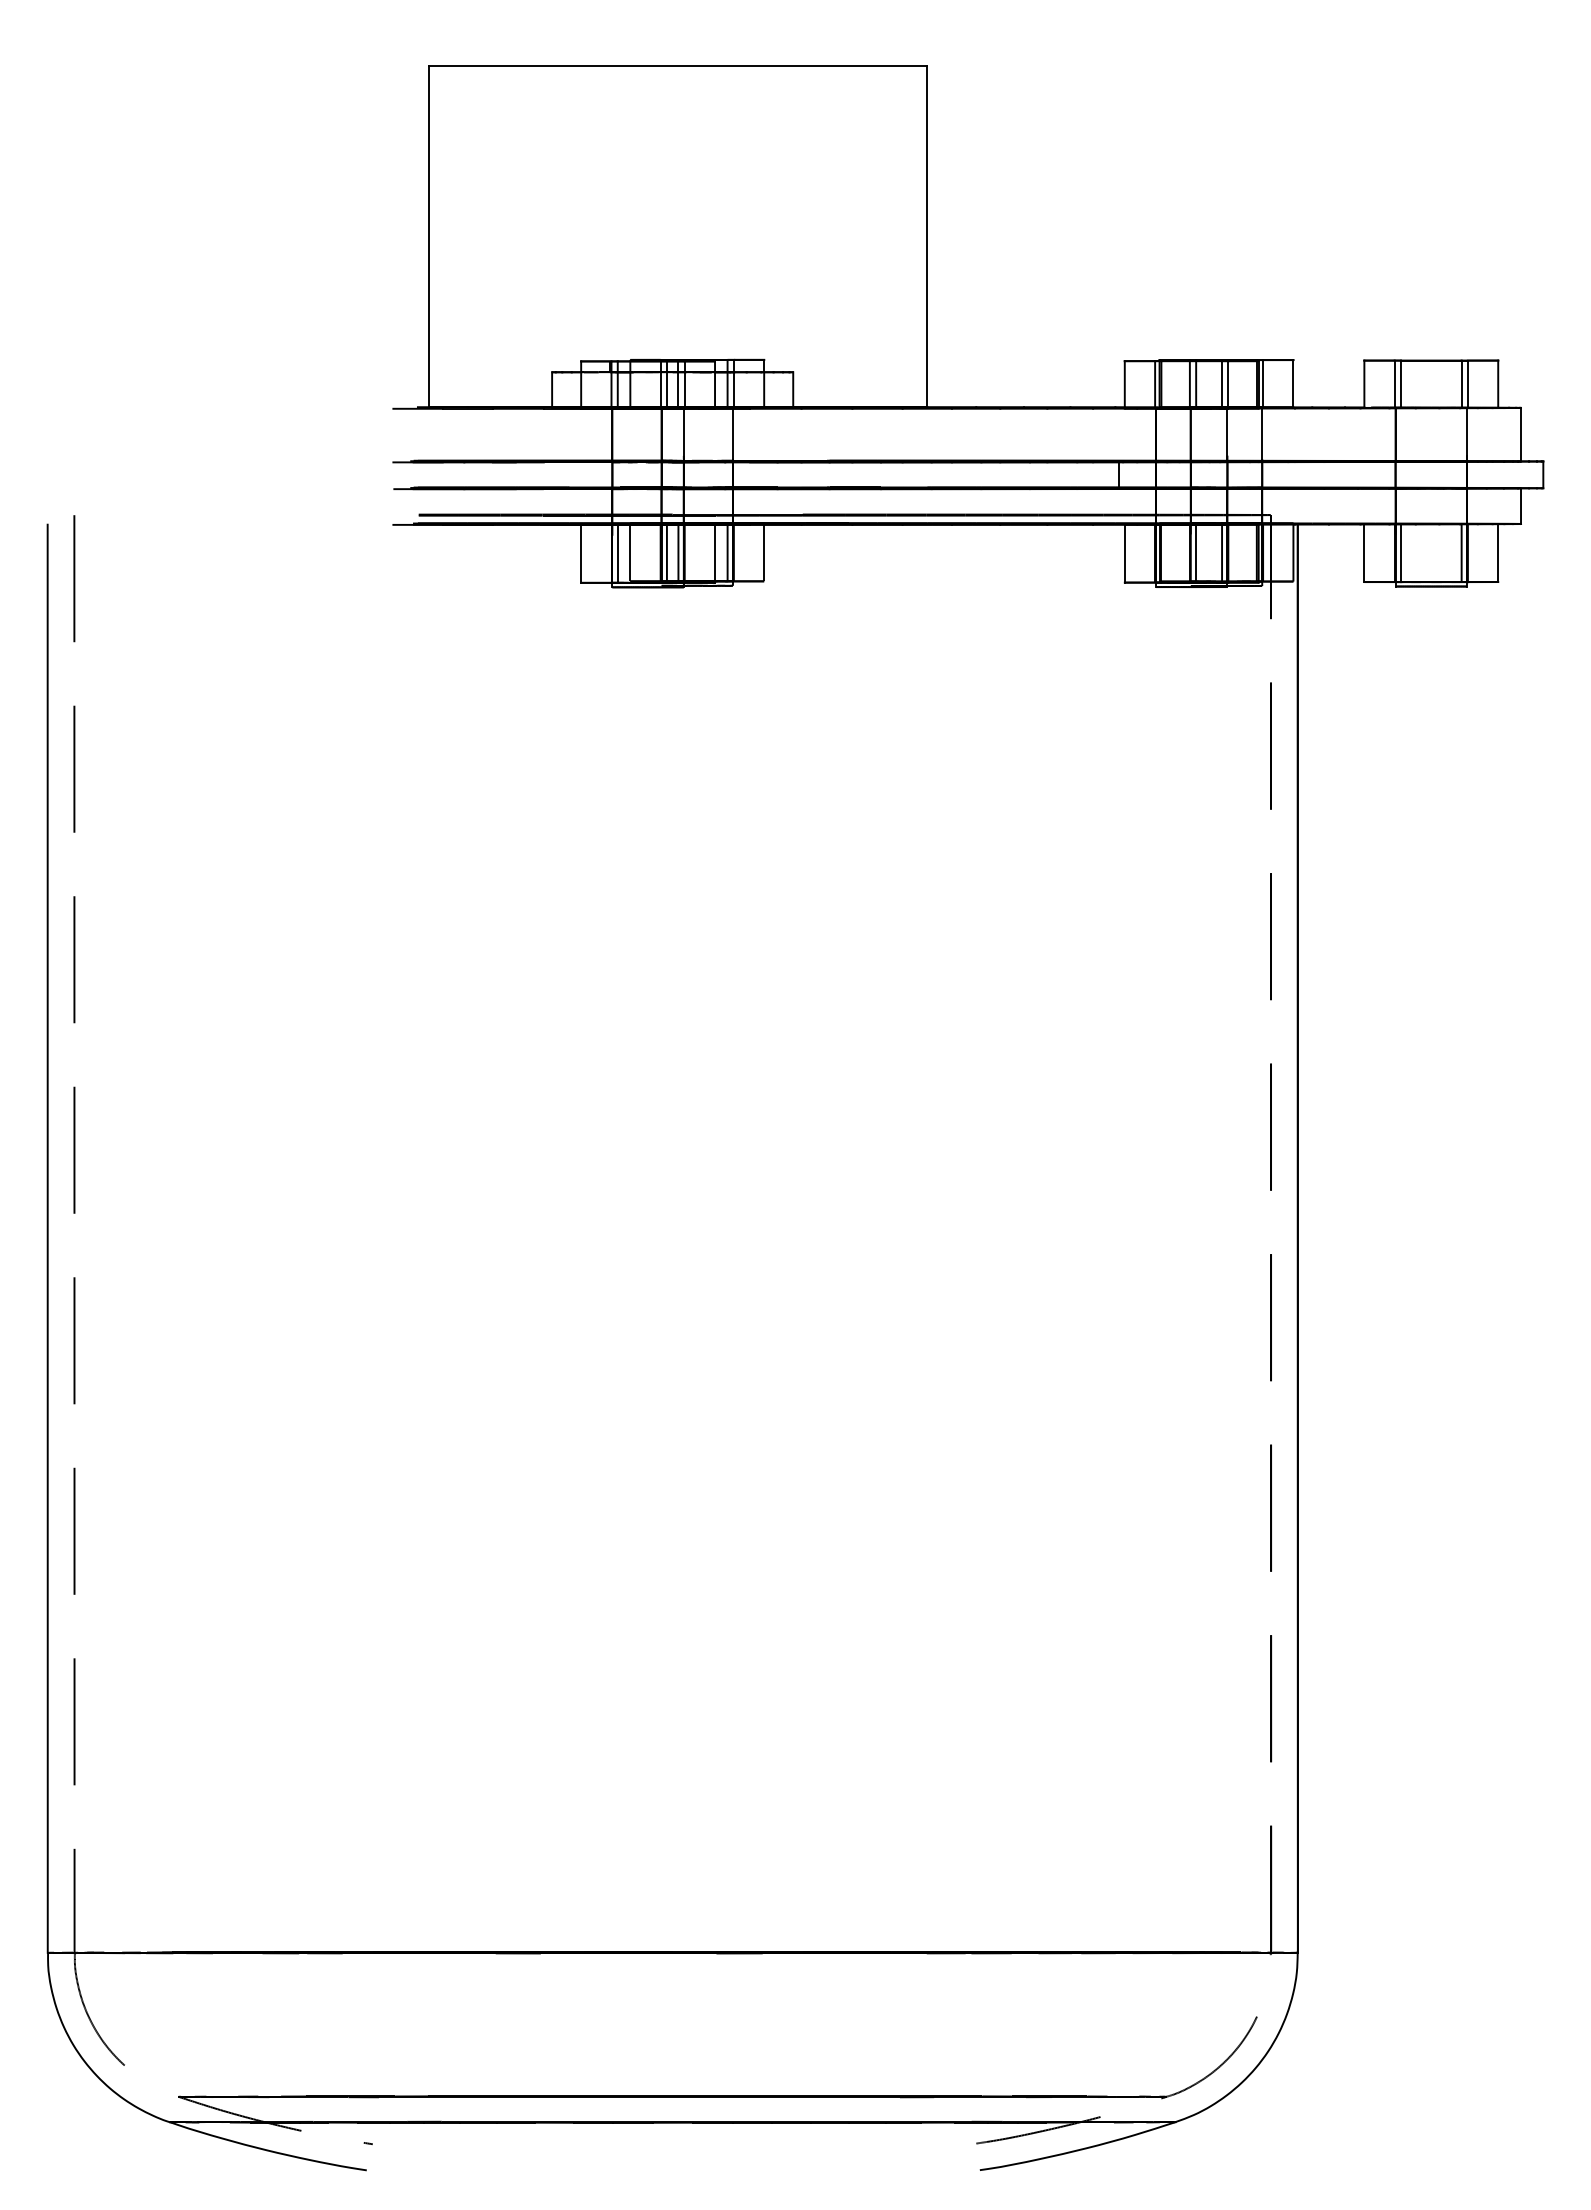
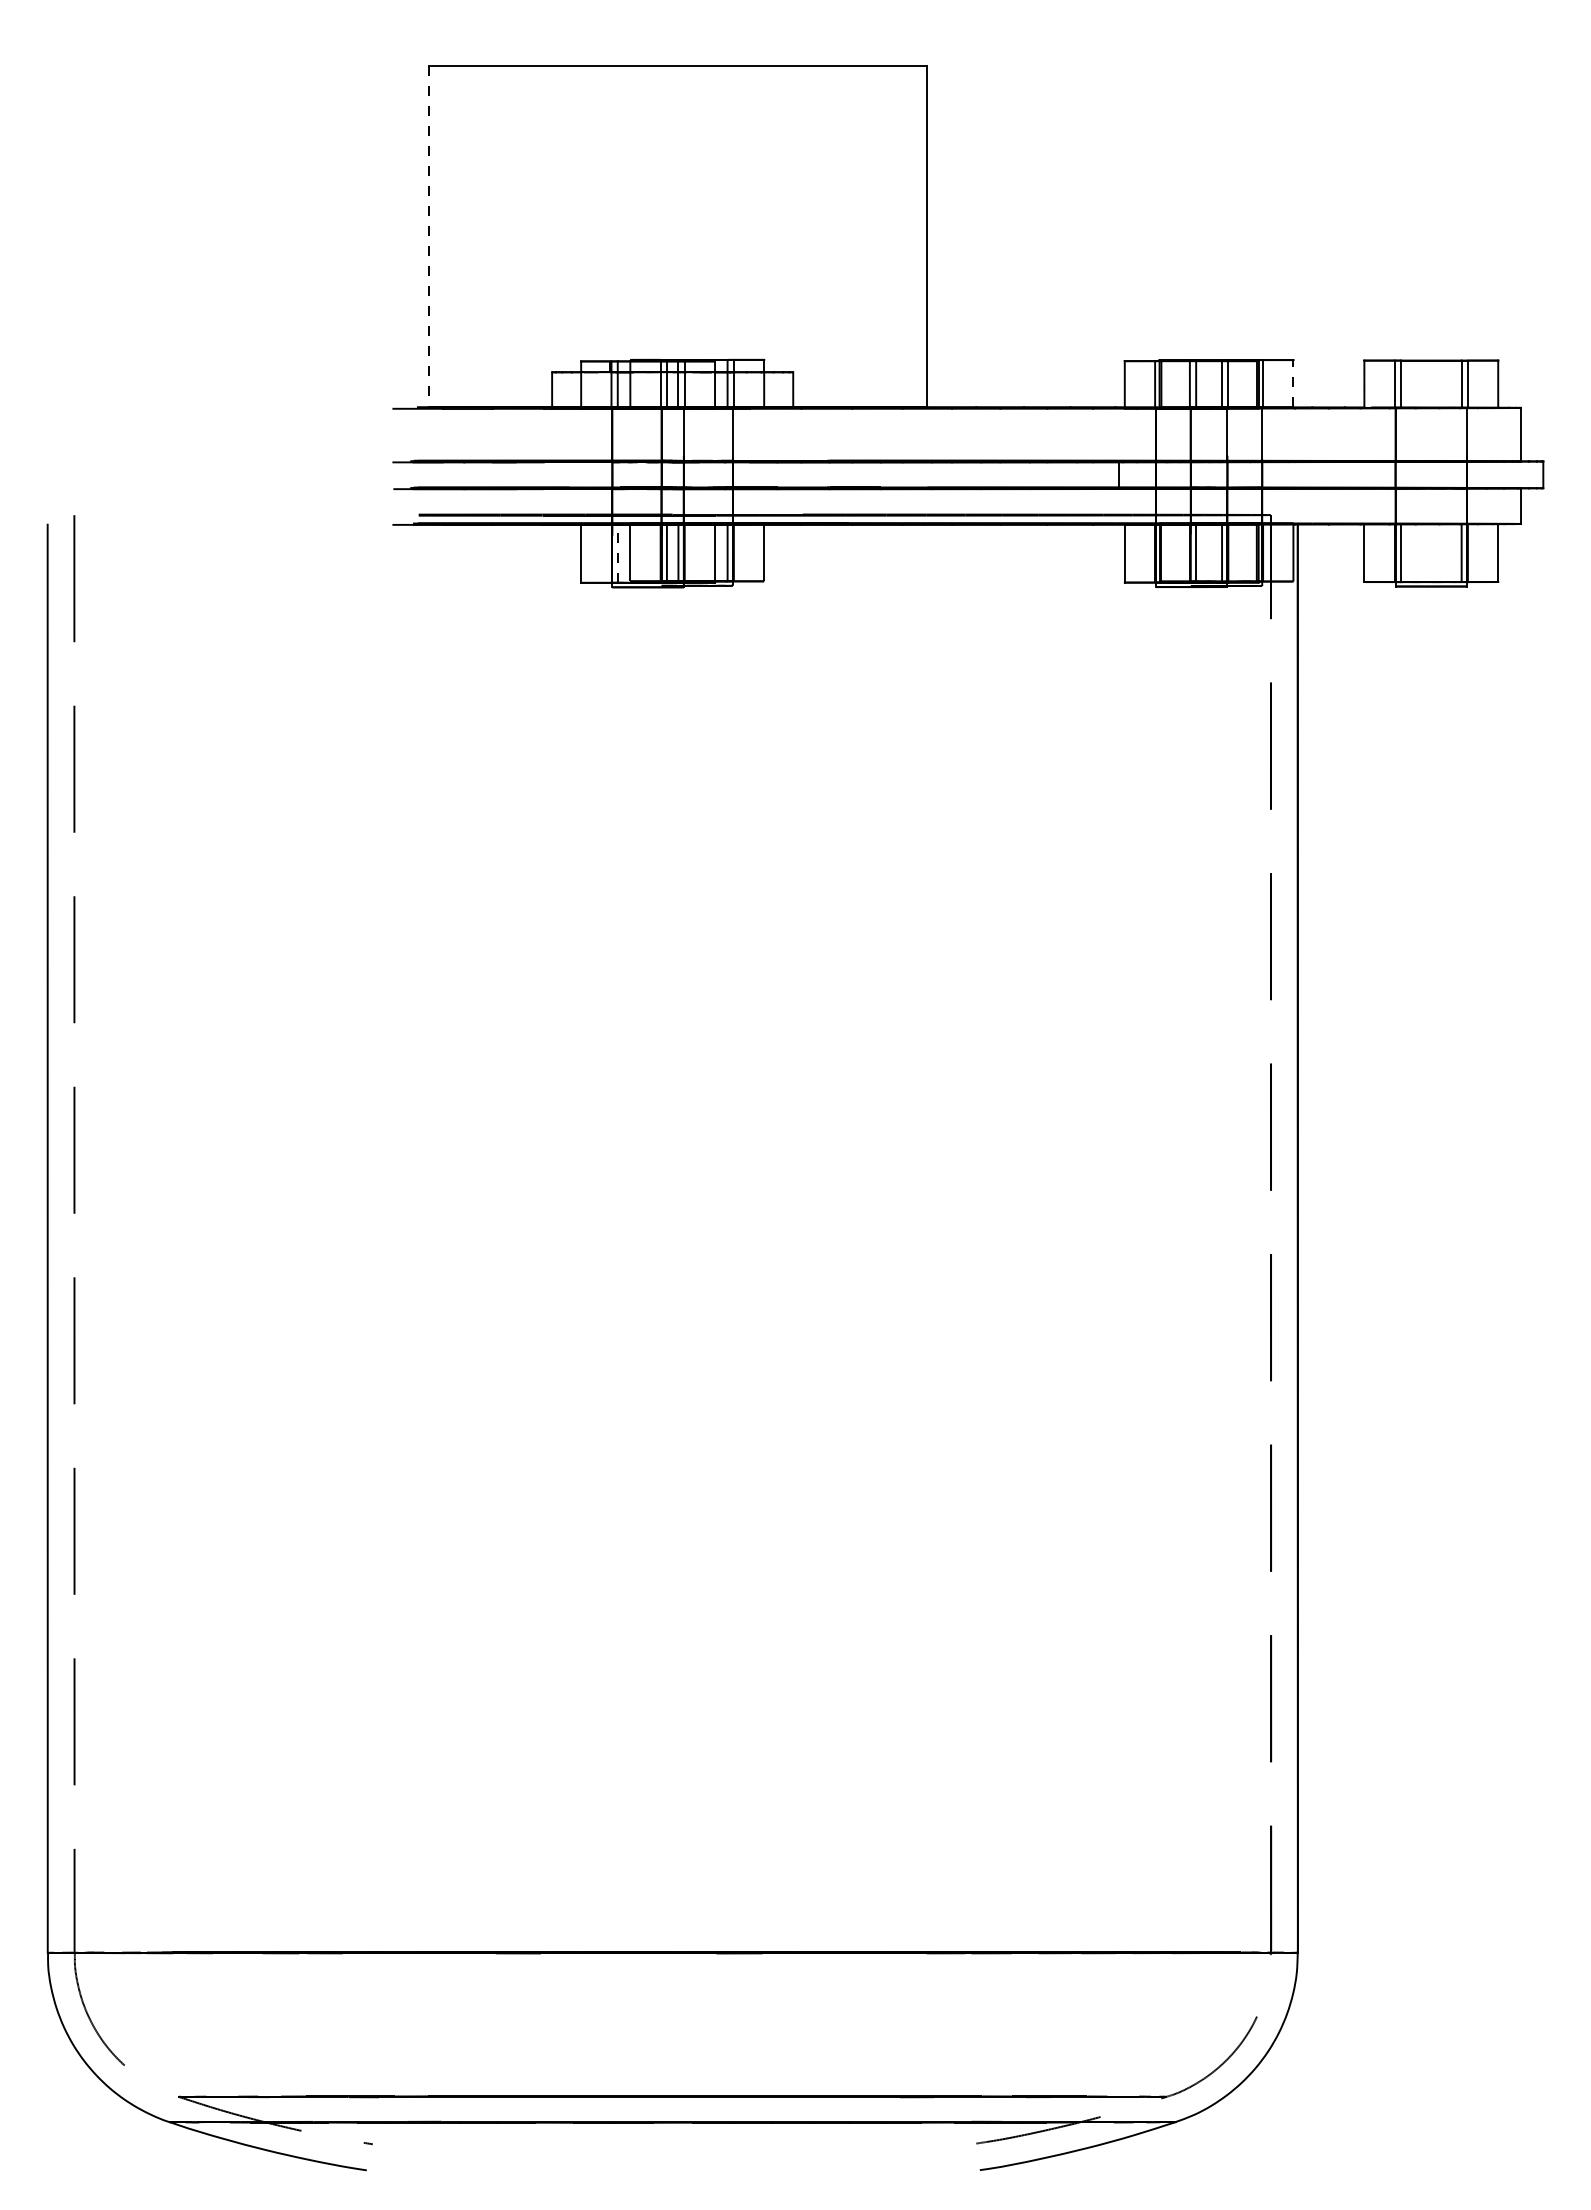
line at (428, 237): solid -> dashed
line at (1293, 383): solid -> dashed
line at (617, 553): solid -> dashed
